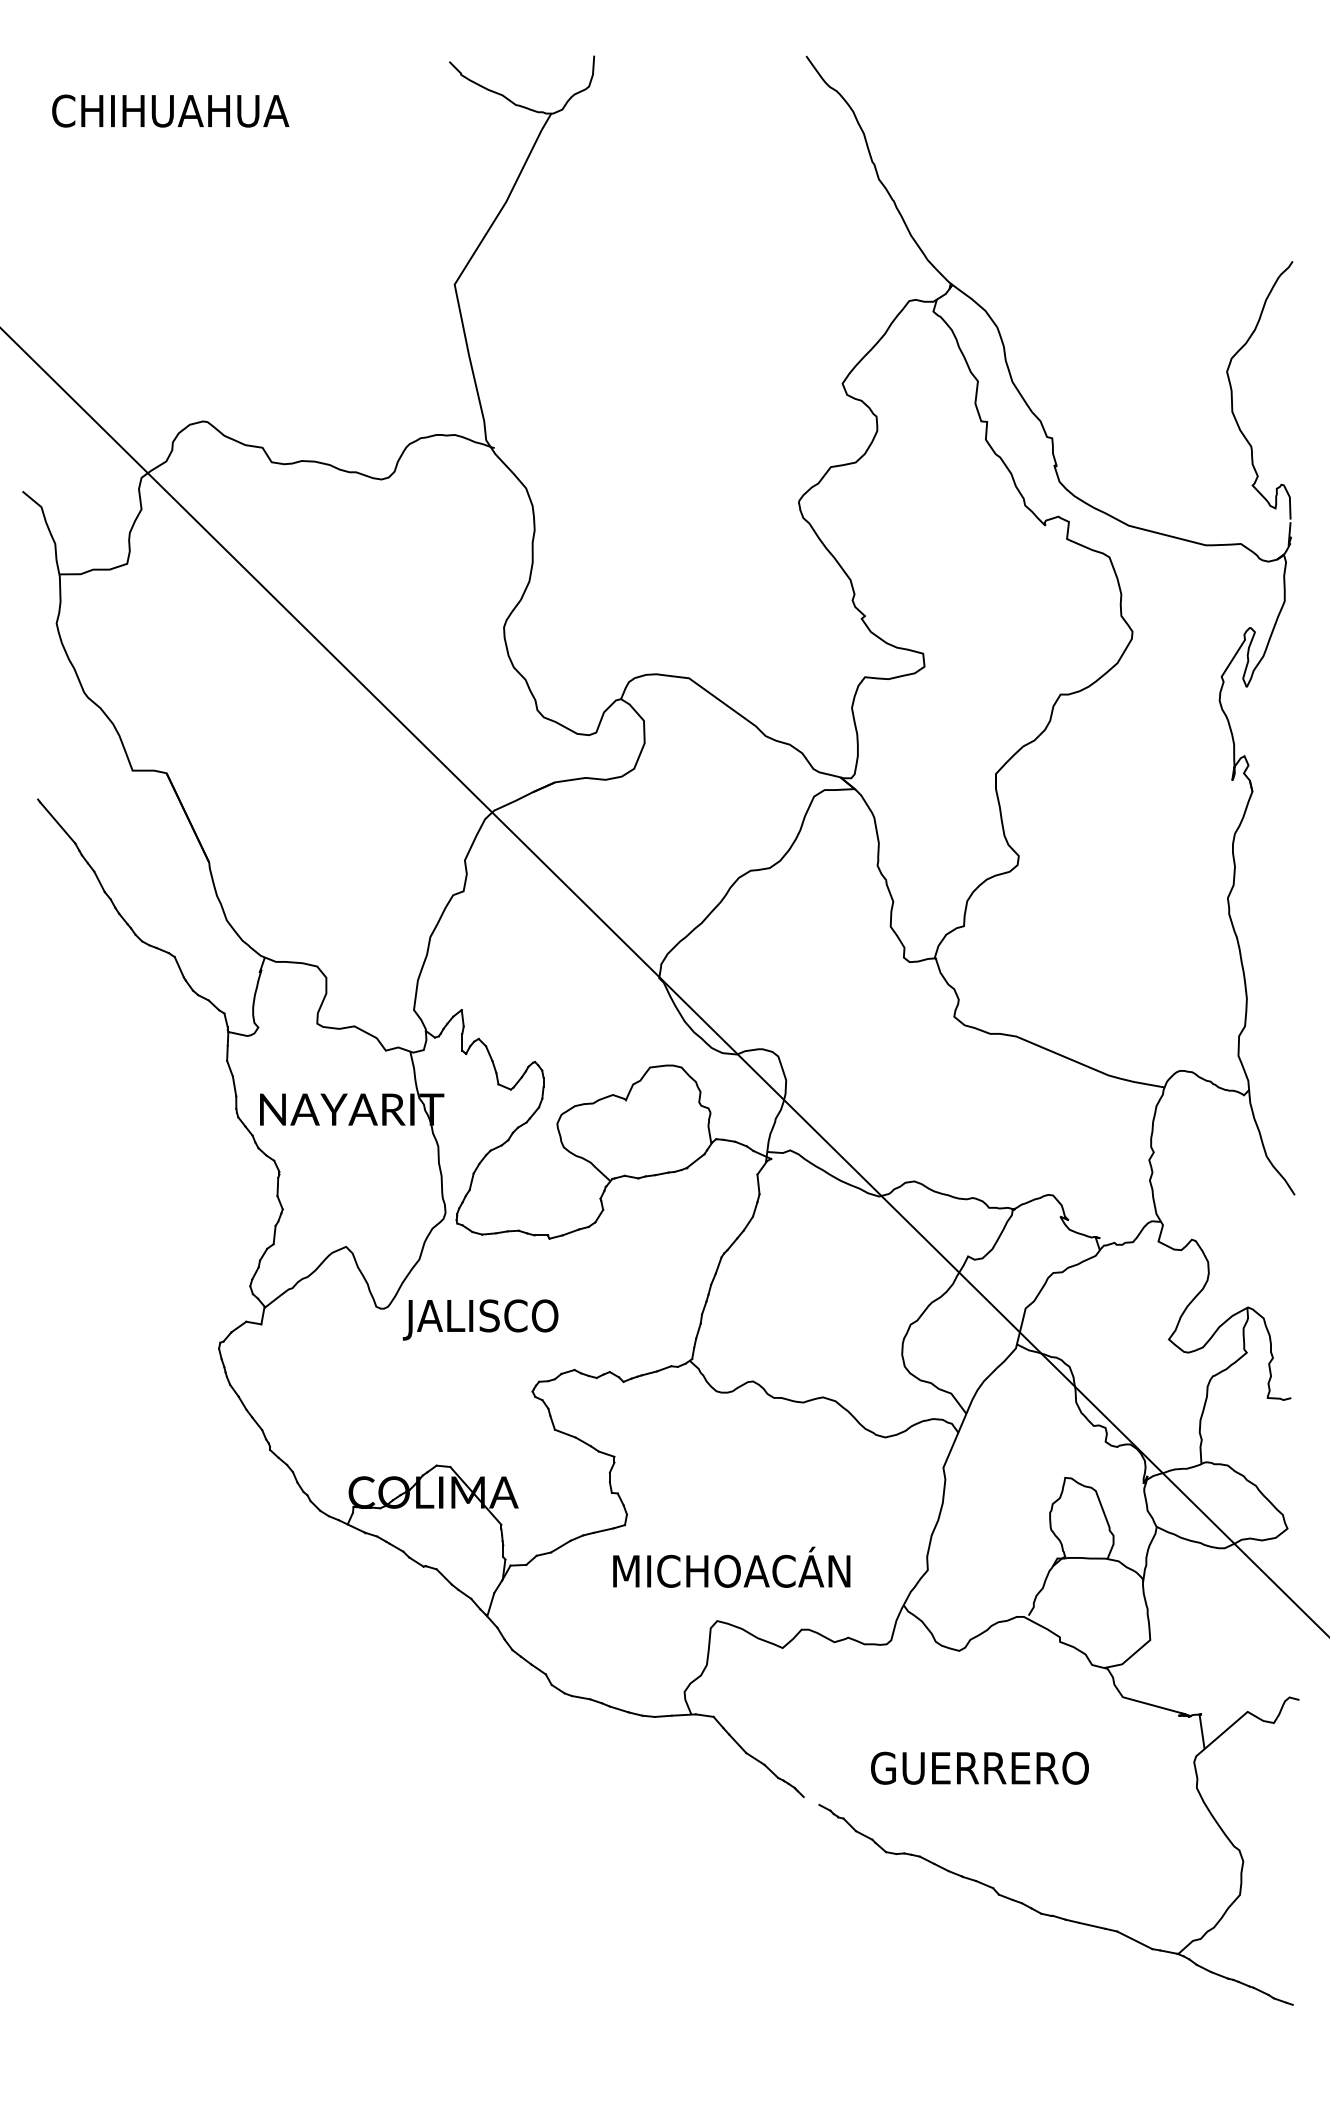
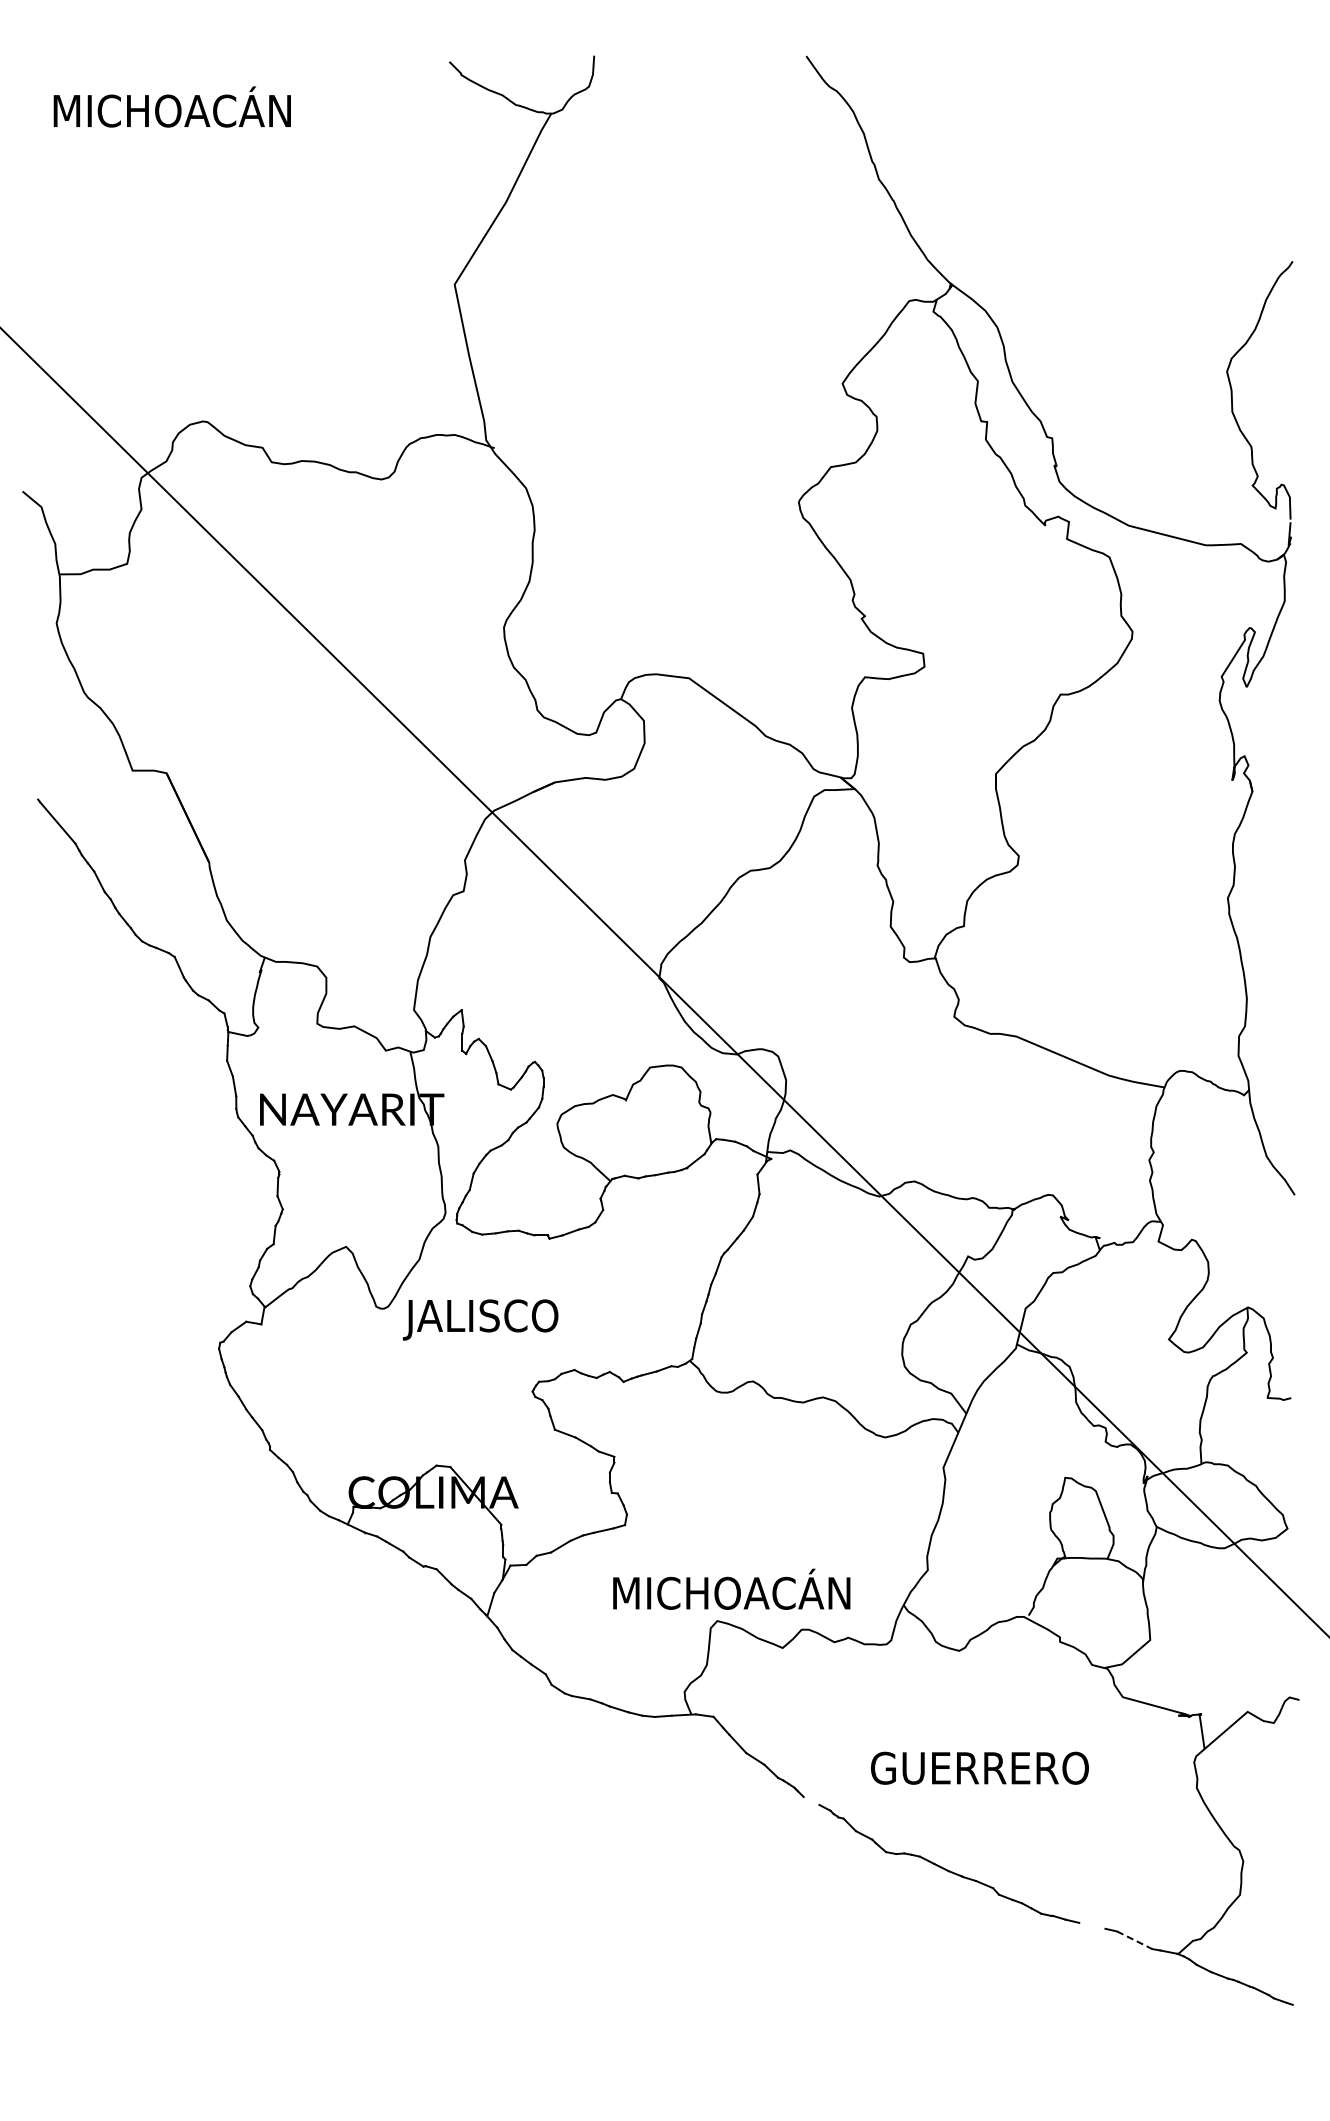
text at (171, 106): CHIHUAHUA -> MICHOACÁN
text at (731, 1566) position: (731, 1566) -> (731, 1588)
line at (1092, 1925): present -> none
line at (1134, 1940): solid -> dashed
